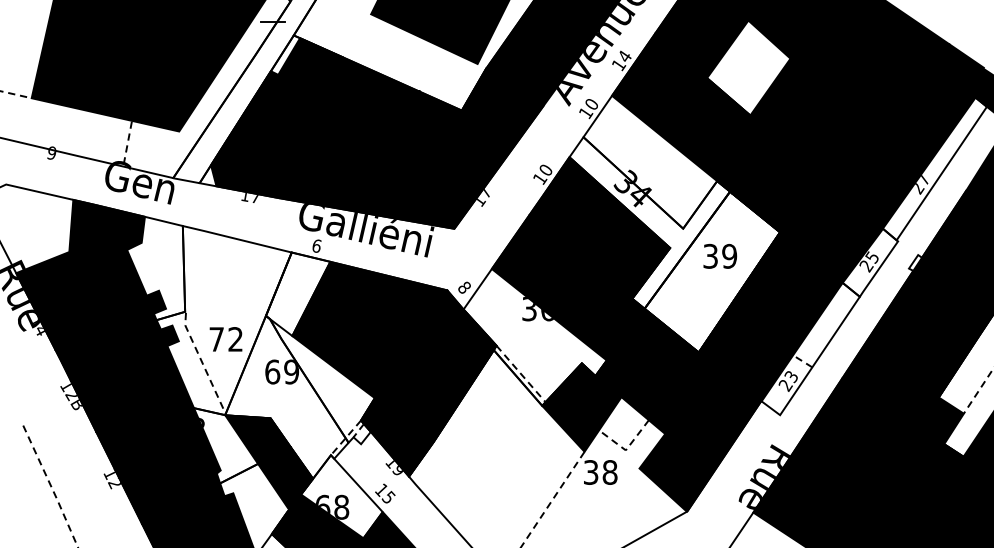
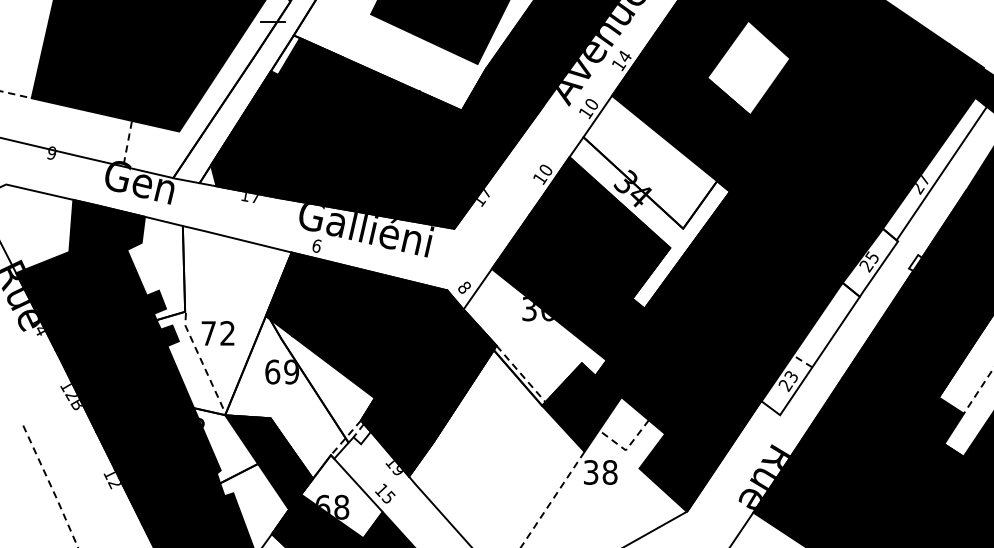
fill at (712, 271): none -> present
fill at (297, 294): none -> present
text at (225, 339) position: (225, 339) -> (217, 333)
